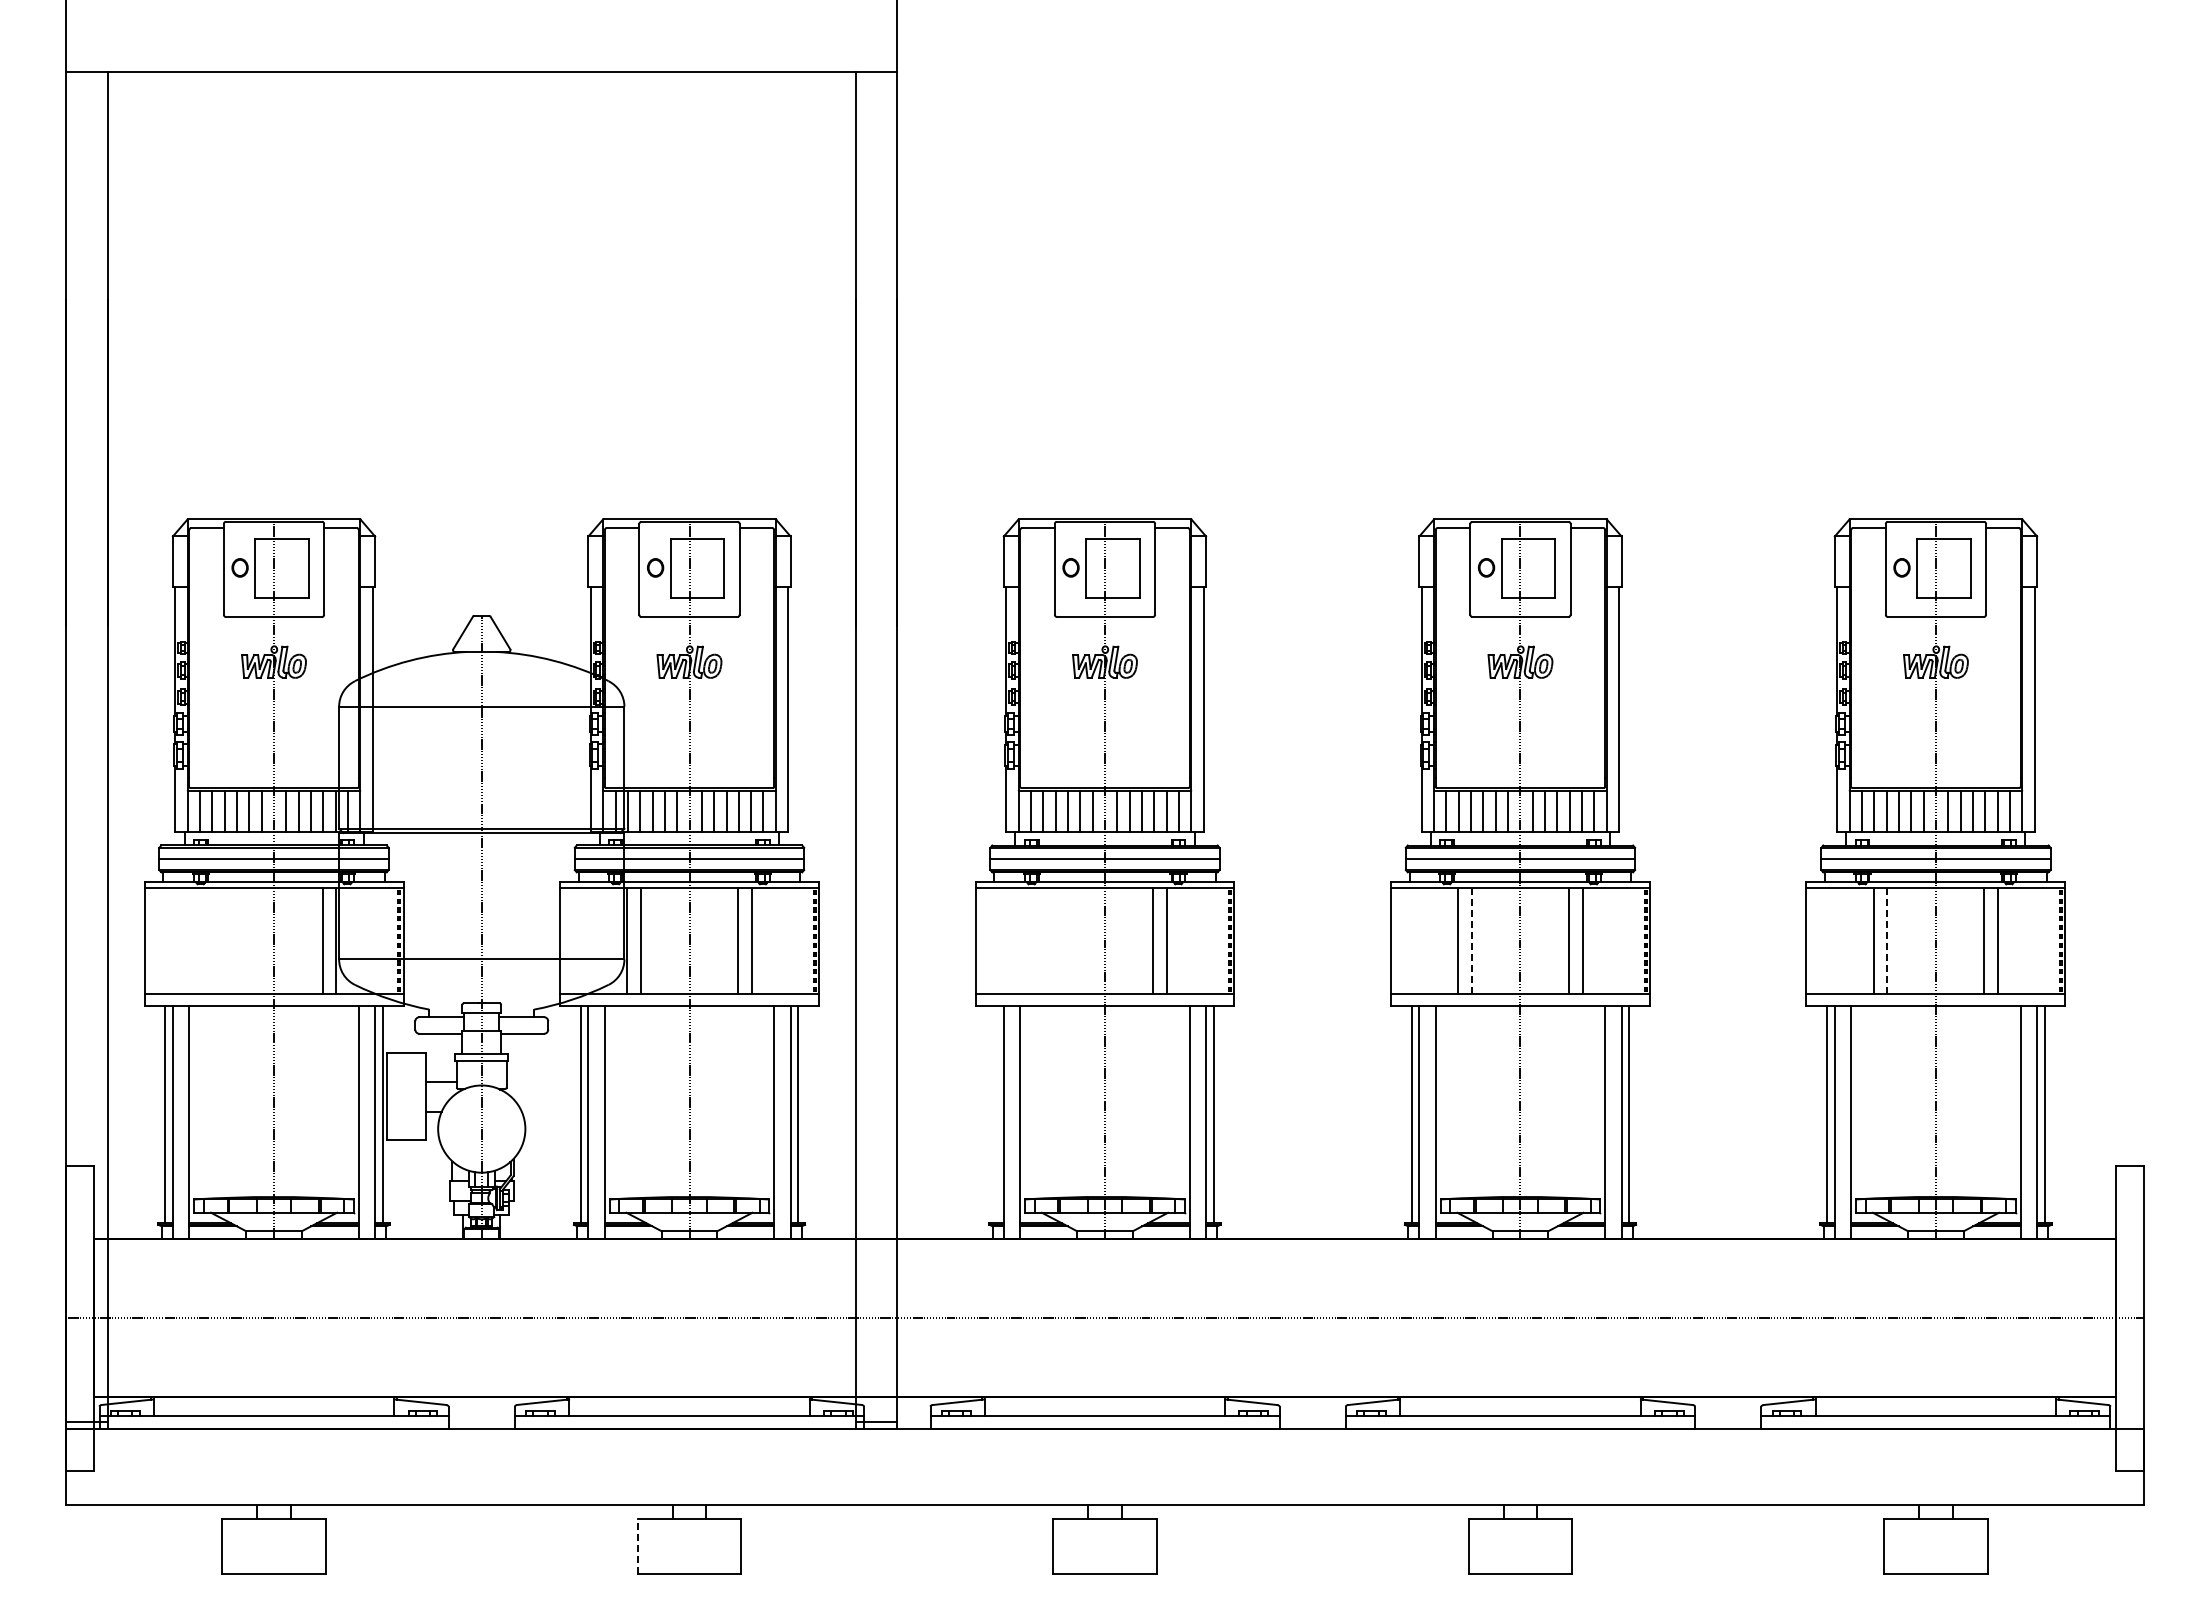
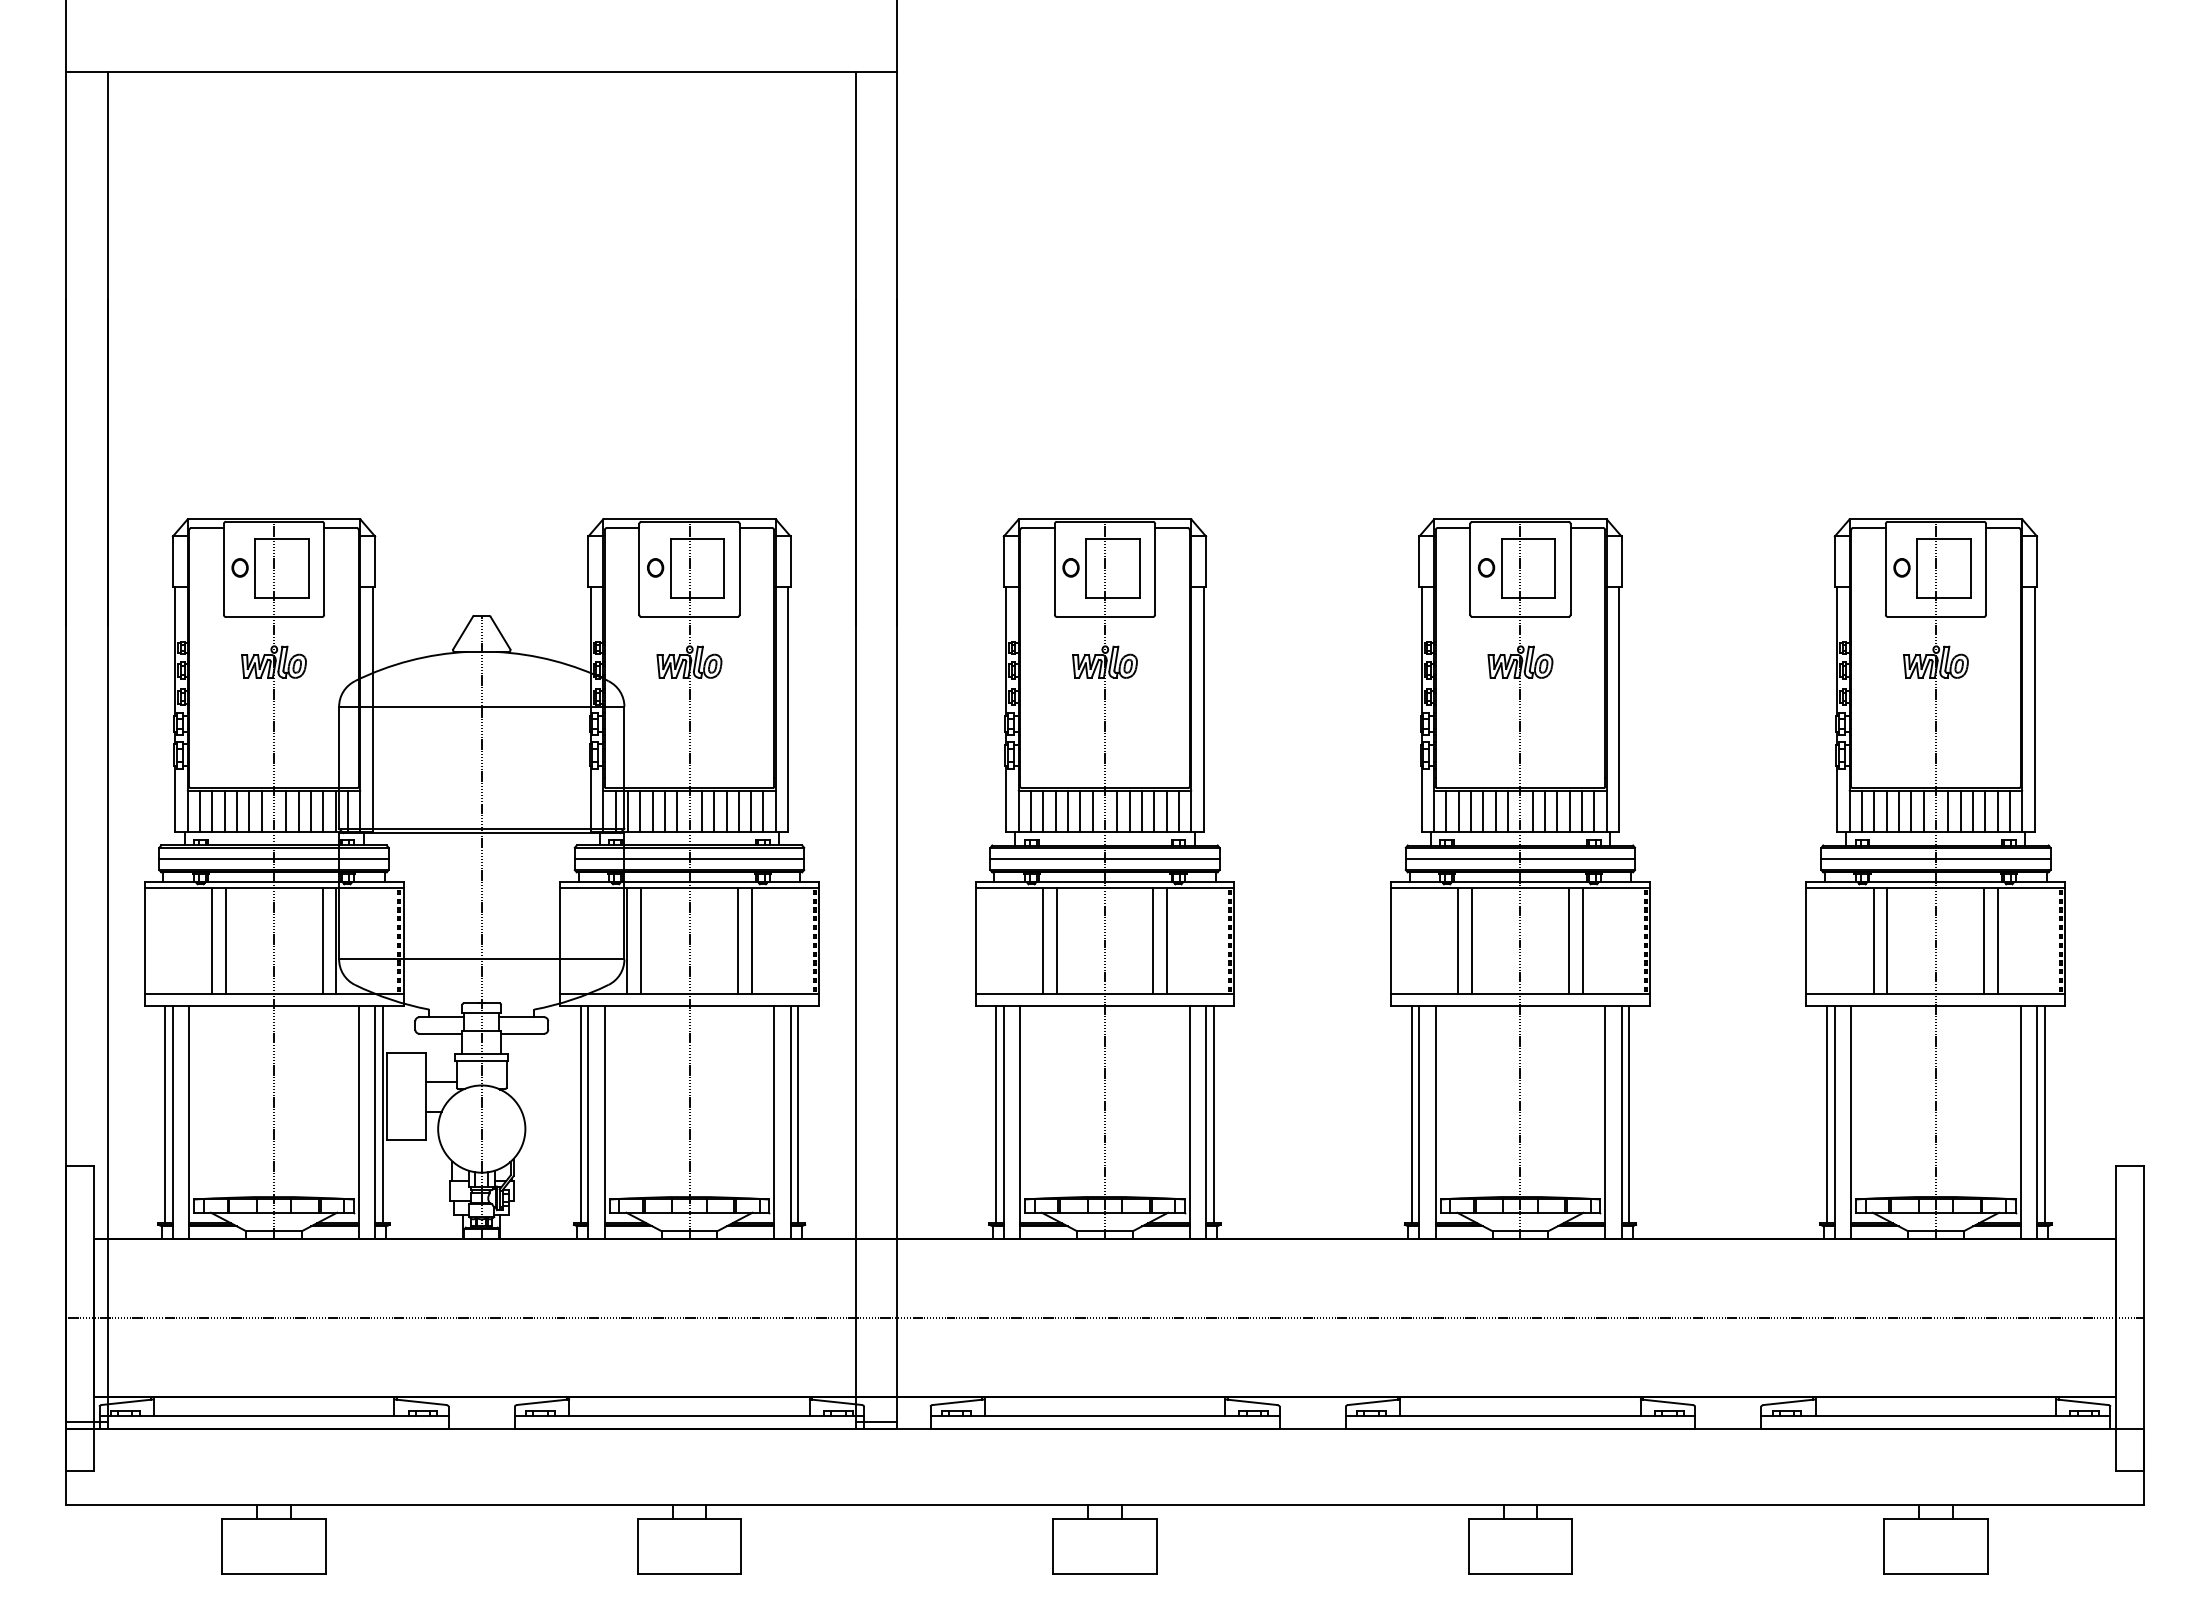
line at (211, 940): none -> present
line at (225, 940): none -> present
line at (1042, 940): none -> present
line at (1056, 940): none -> present
line at (1472, 940): dashed -> solid
line at (1887, 940): dashed -> solid
line at (996, 1114): none -> present
line at (637, 1546): dashed -> solid
